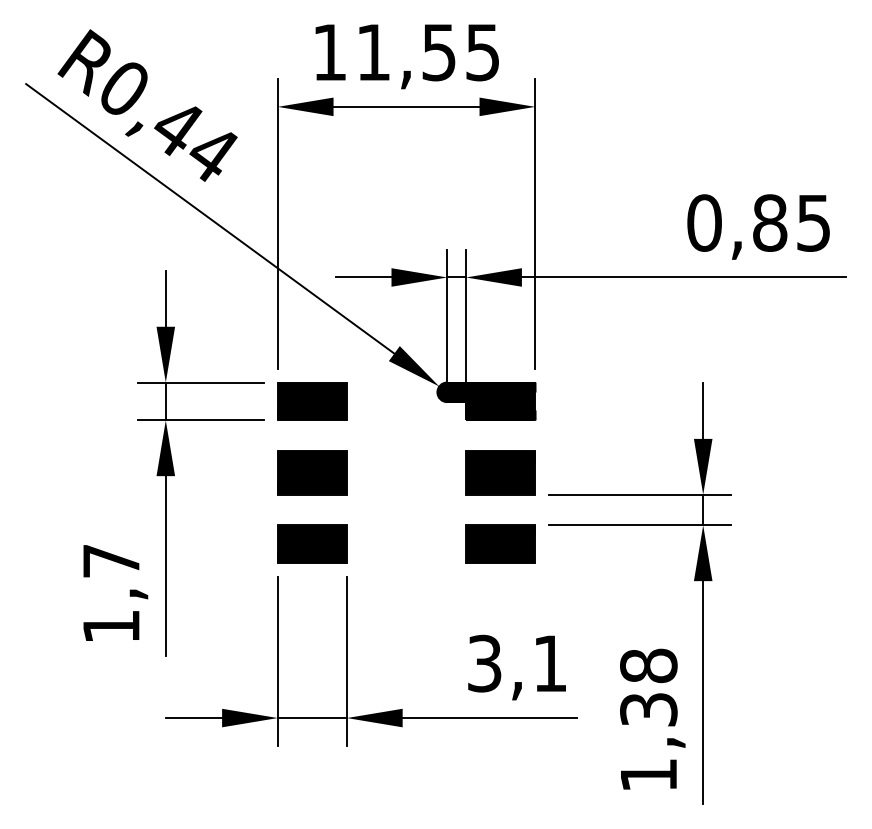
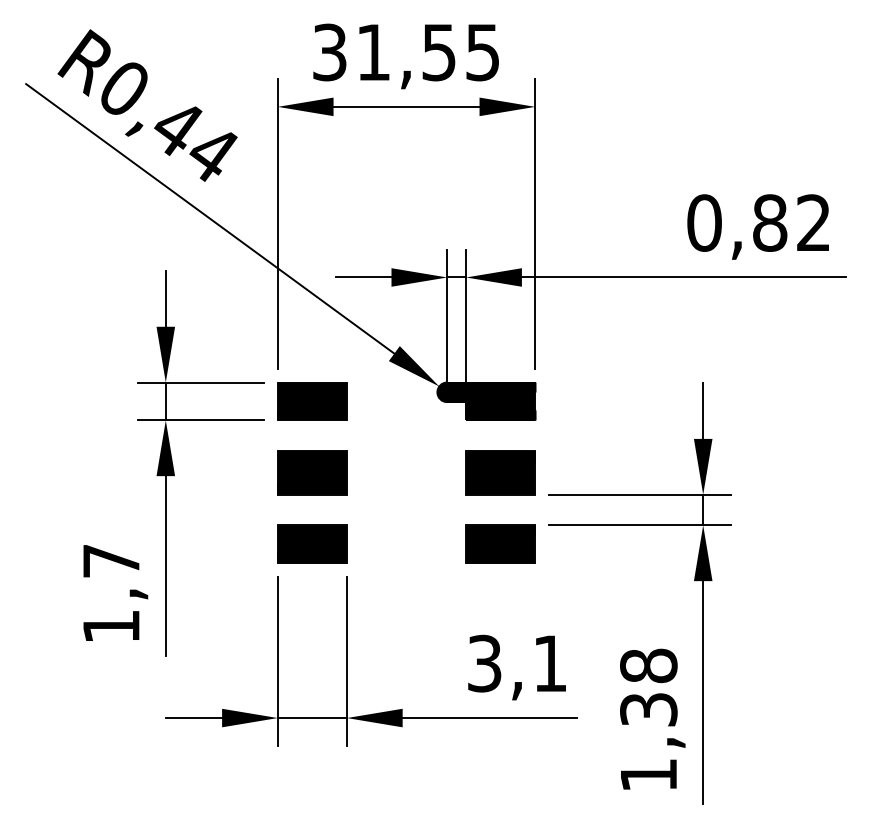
text at (329, 52): 11,55 -> 31,55
text at (813, 222): 0,85 -> 0,82
